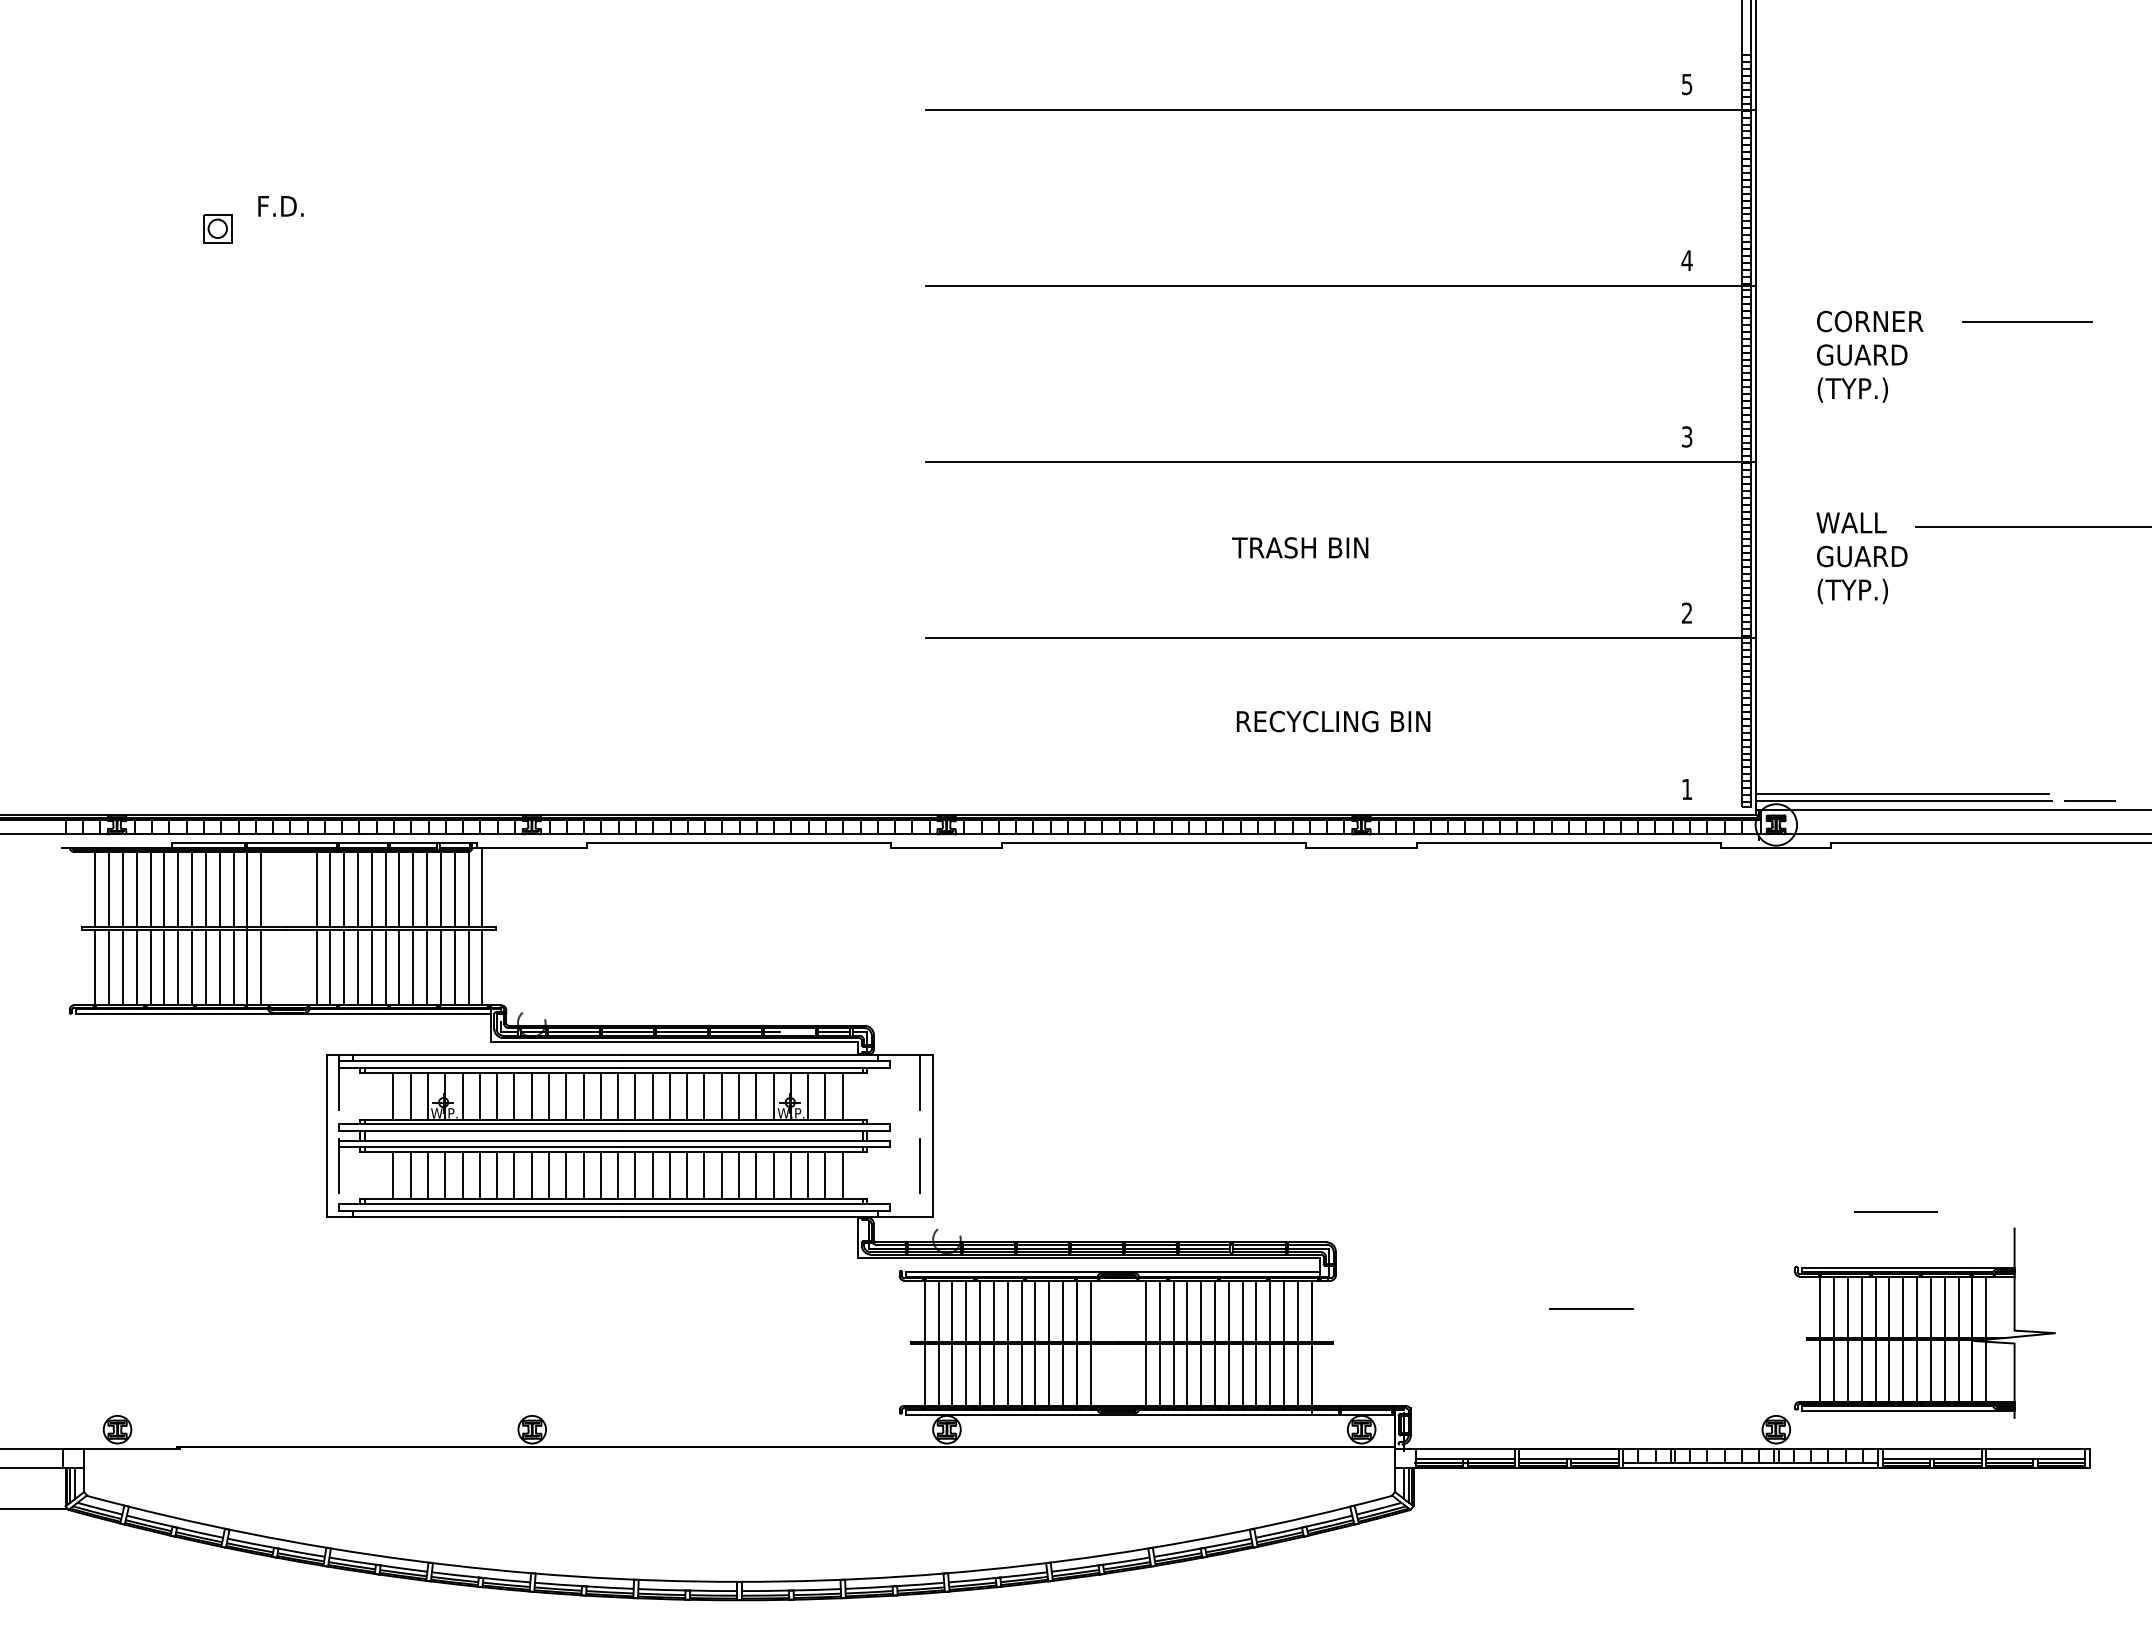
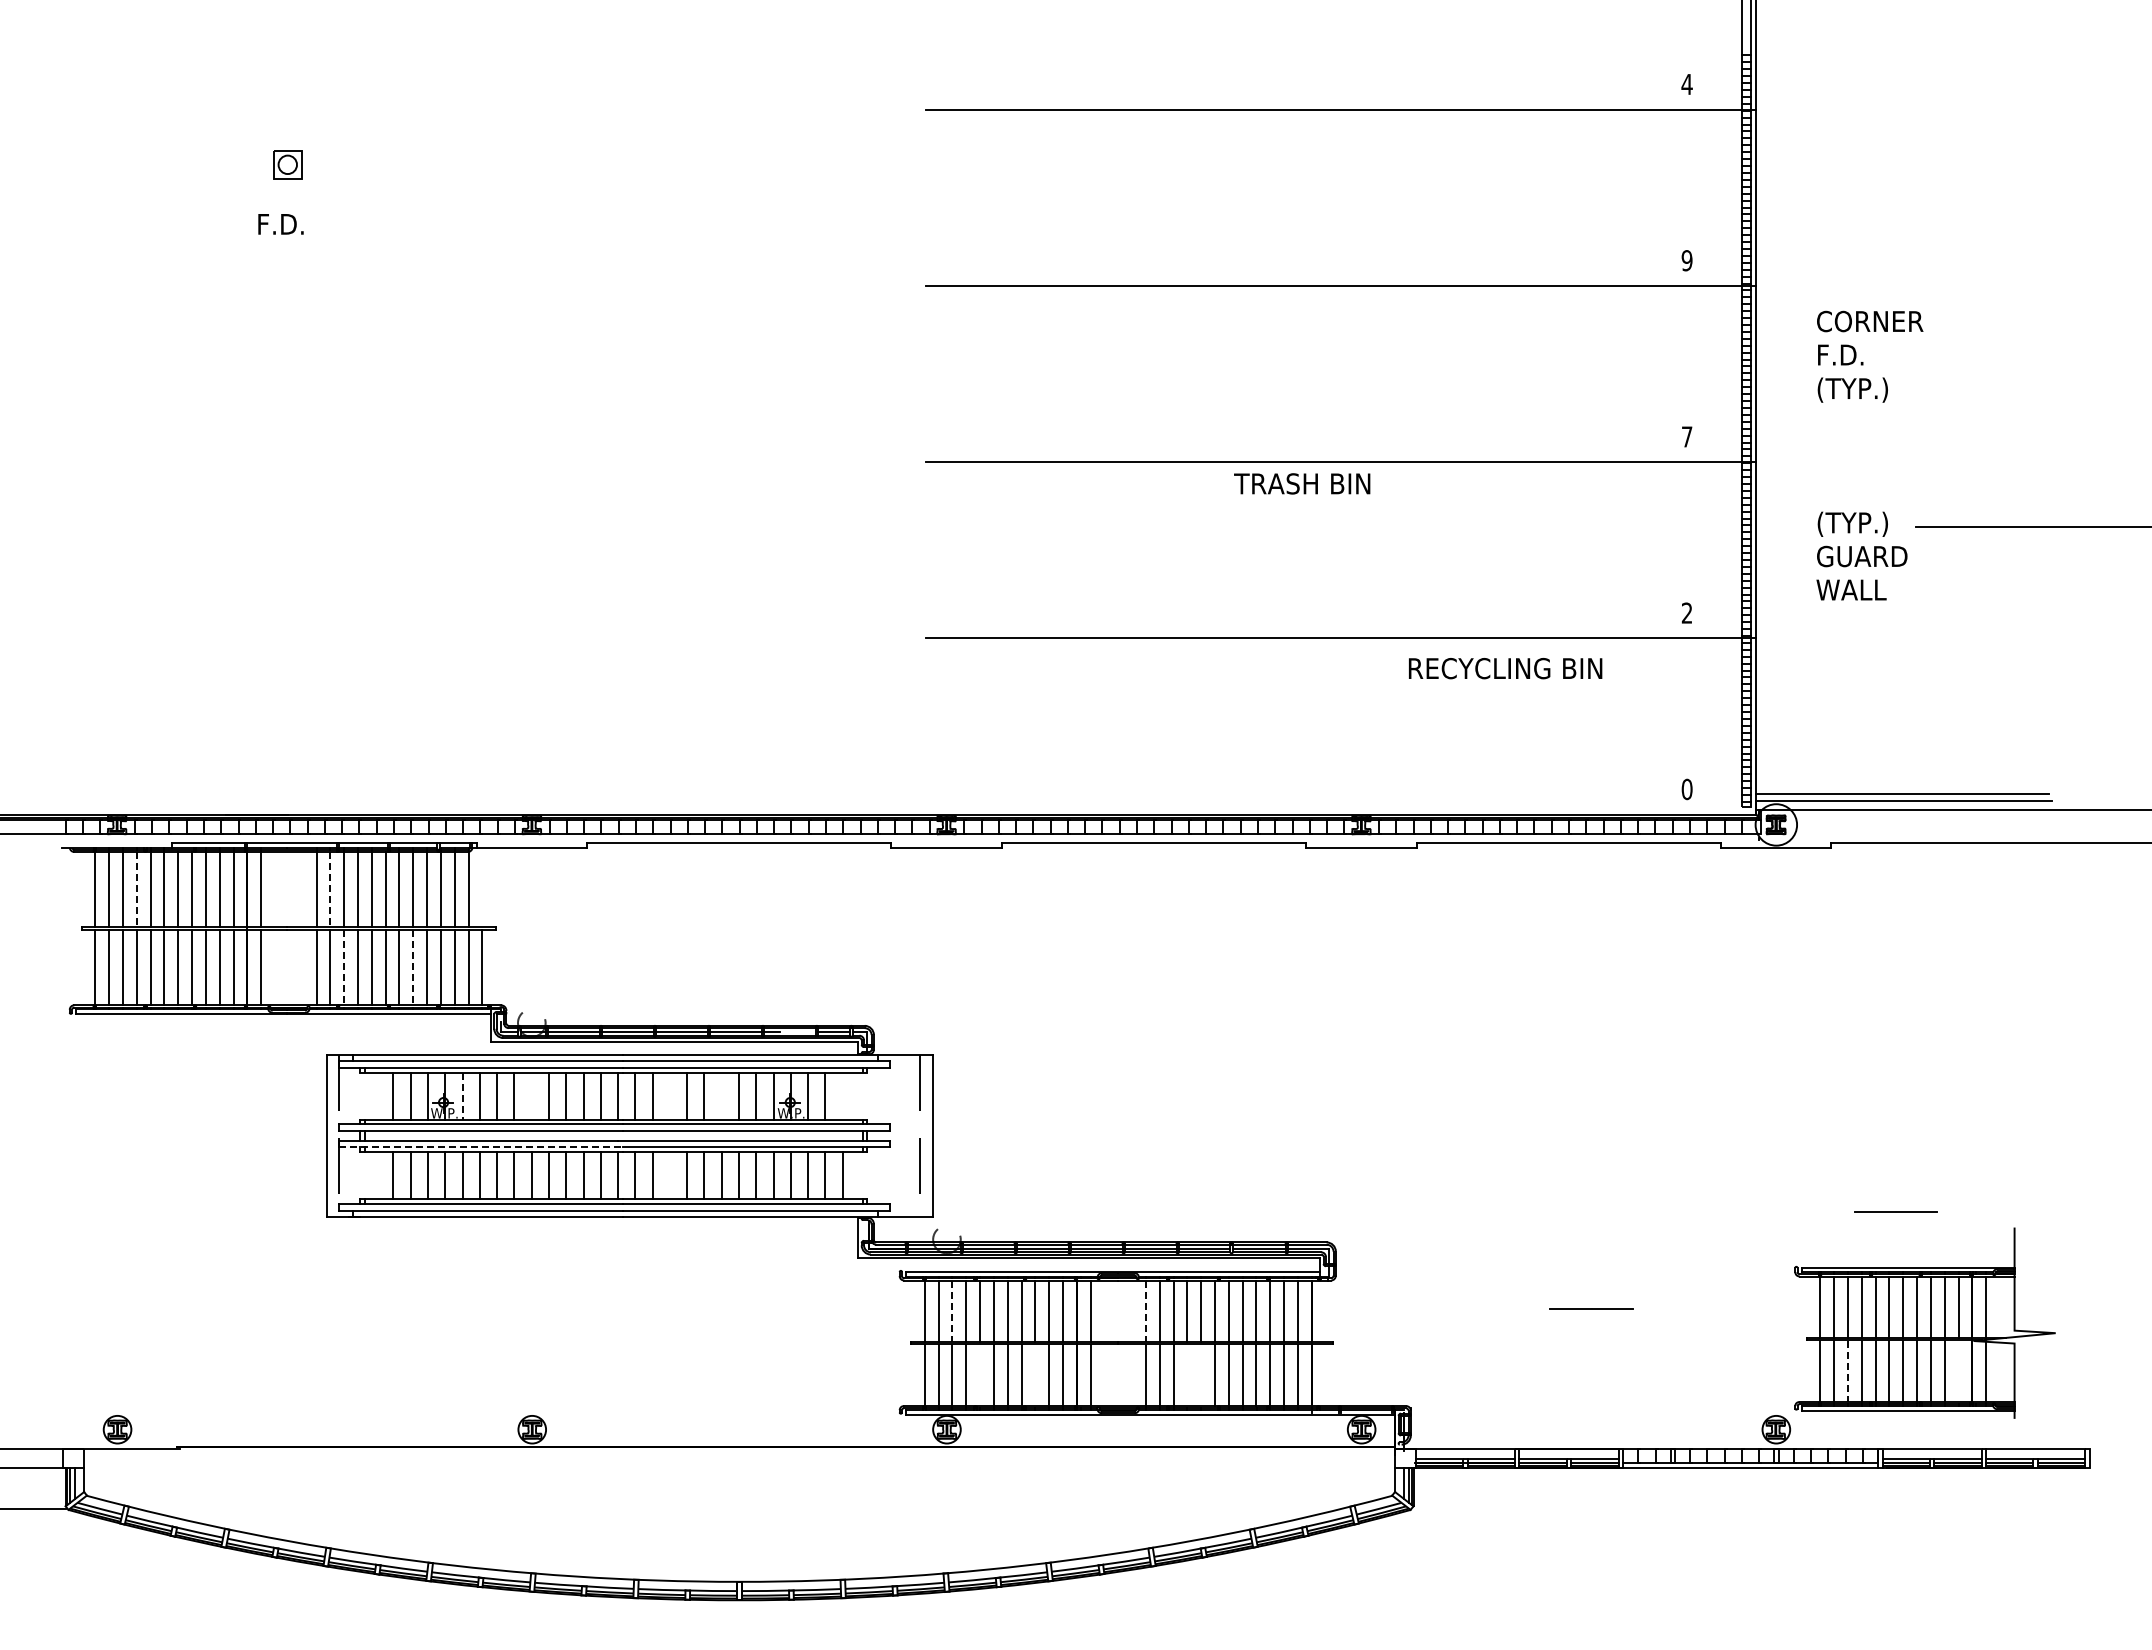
text at (1686, 84): 5 -> 4
text at (280, 206) position: (280, 206) -> (280, 224)
part at (217, 228) position: (217, 228) -> (287, 164)
text at (1686, 260): 4 -> 9
line at (2027, 321): present -> none
text at (1862, 354): GUARD -> F.D.
text at (1687, 436): 3 -> 7
text at (1851, 523): WALL -> (TYP.)
text at (1300, 547) position: (1300, 547) -> (1302, 483)
text at (1851, 591): (TYP.) -> WALL
text at (1333, 721) position: (1333, 721) -> (1505, 668)
text at (1686, 789): 1 -> 0
line at (2089, 800): present -> none
line at (1954, 834): present -> none
line at (482, 887): present -> none
line at (136, 889): solid -> dashed
line at (330, 889): solid -> dashed
line at (344, 967): solid -> dashed
line at (413, 967): solid -> dashed
line at (531, 1095): present -> none
line at (669, 1095): present -> none
line at (721, 1095): present -> none
line at (842, 1095): present -> none
line at (462, 1096): solid -> dashed
line at (481, 1147): solid -> dashed
line at (669, 1175): present -> none
line at (952, 1311): solid -> dashed
line at (1145, 1311): solid -> dashed
line at (1848, 1371): solid -> dashed
line at (1958, 1371): present -> none
line at (980, 1375): present -> none
line at (1035, 1375): present -> none
line at (1187, 1375): present -> none
line at (1201, 1375): present -> none
